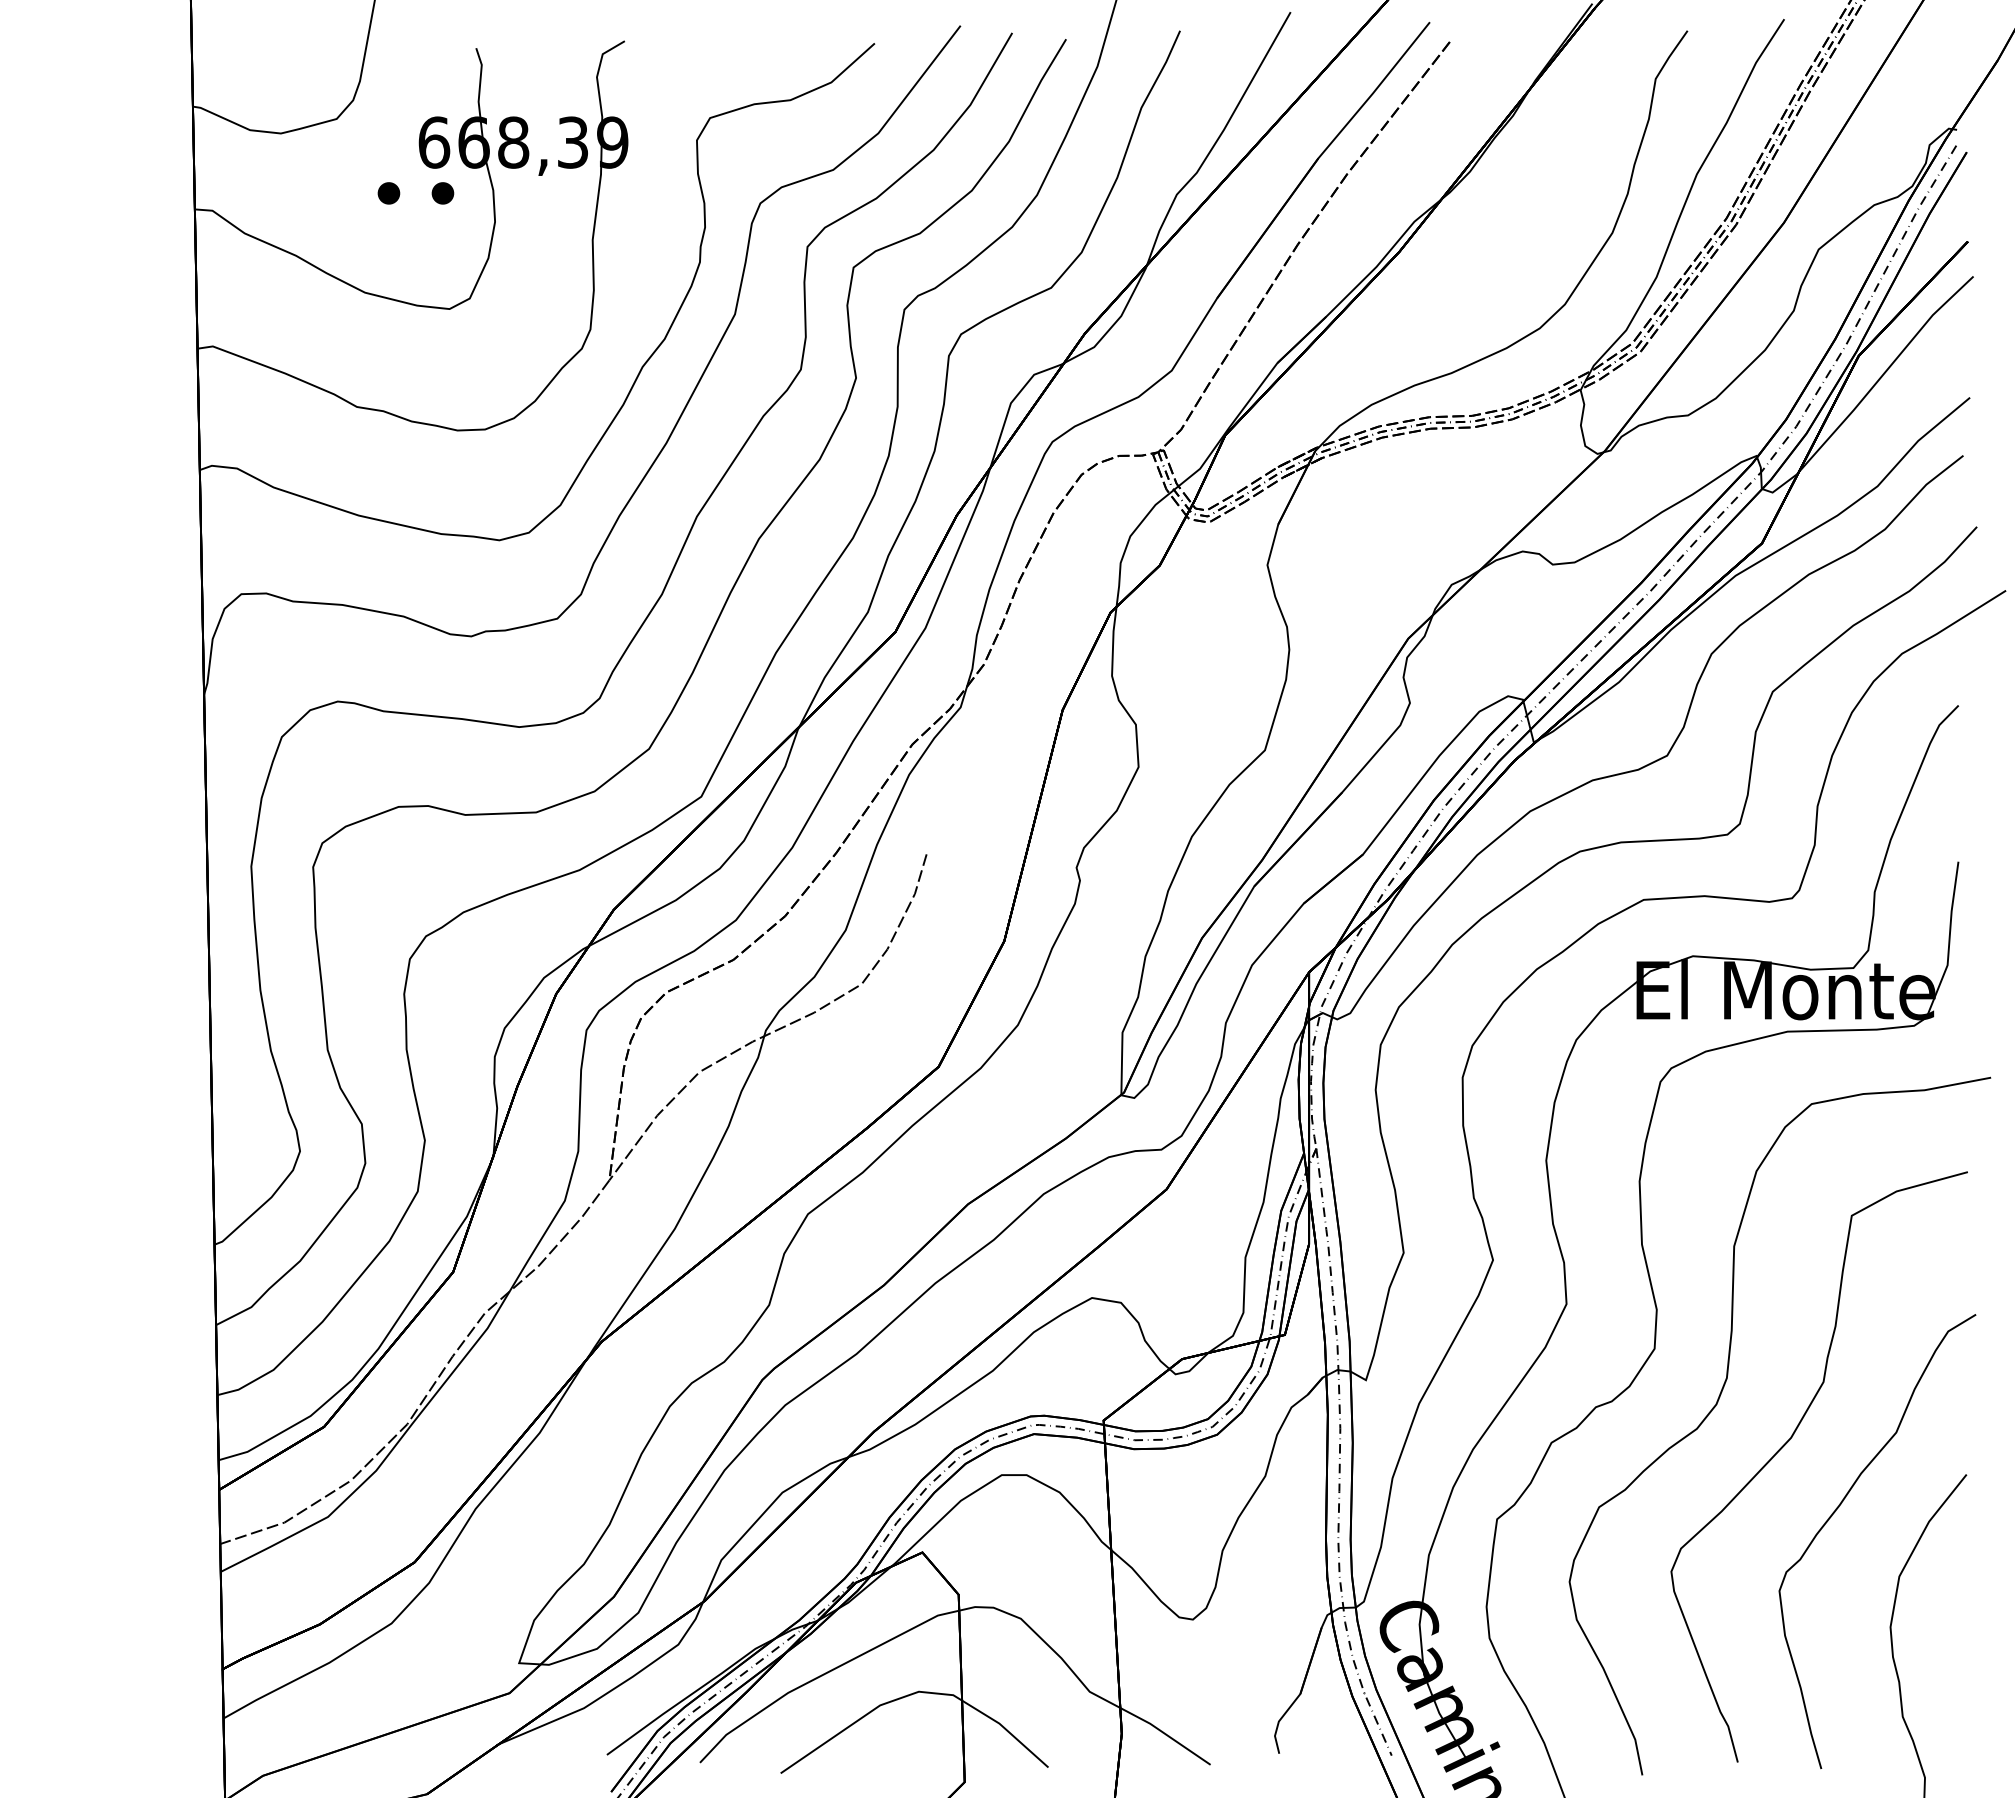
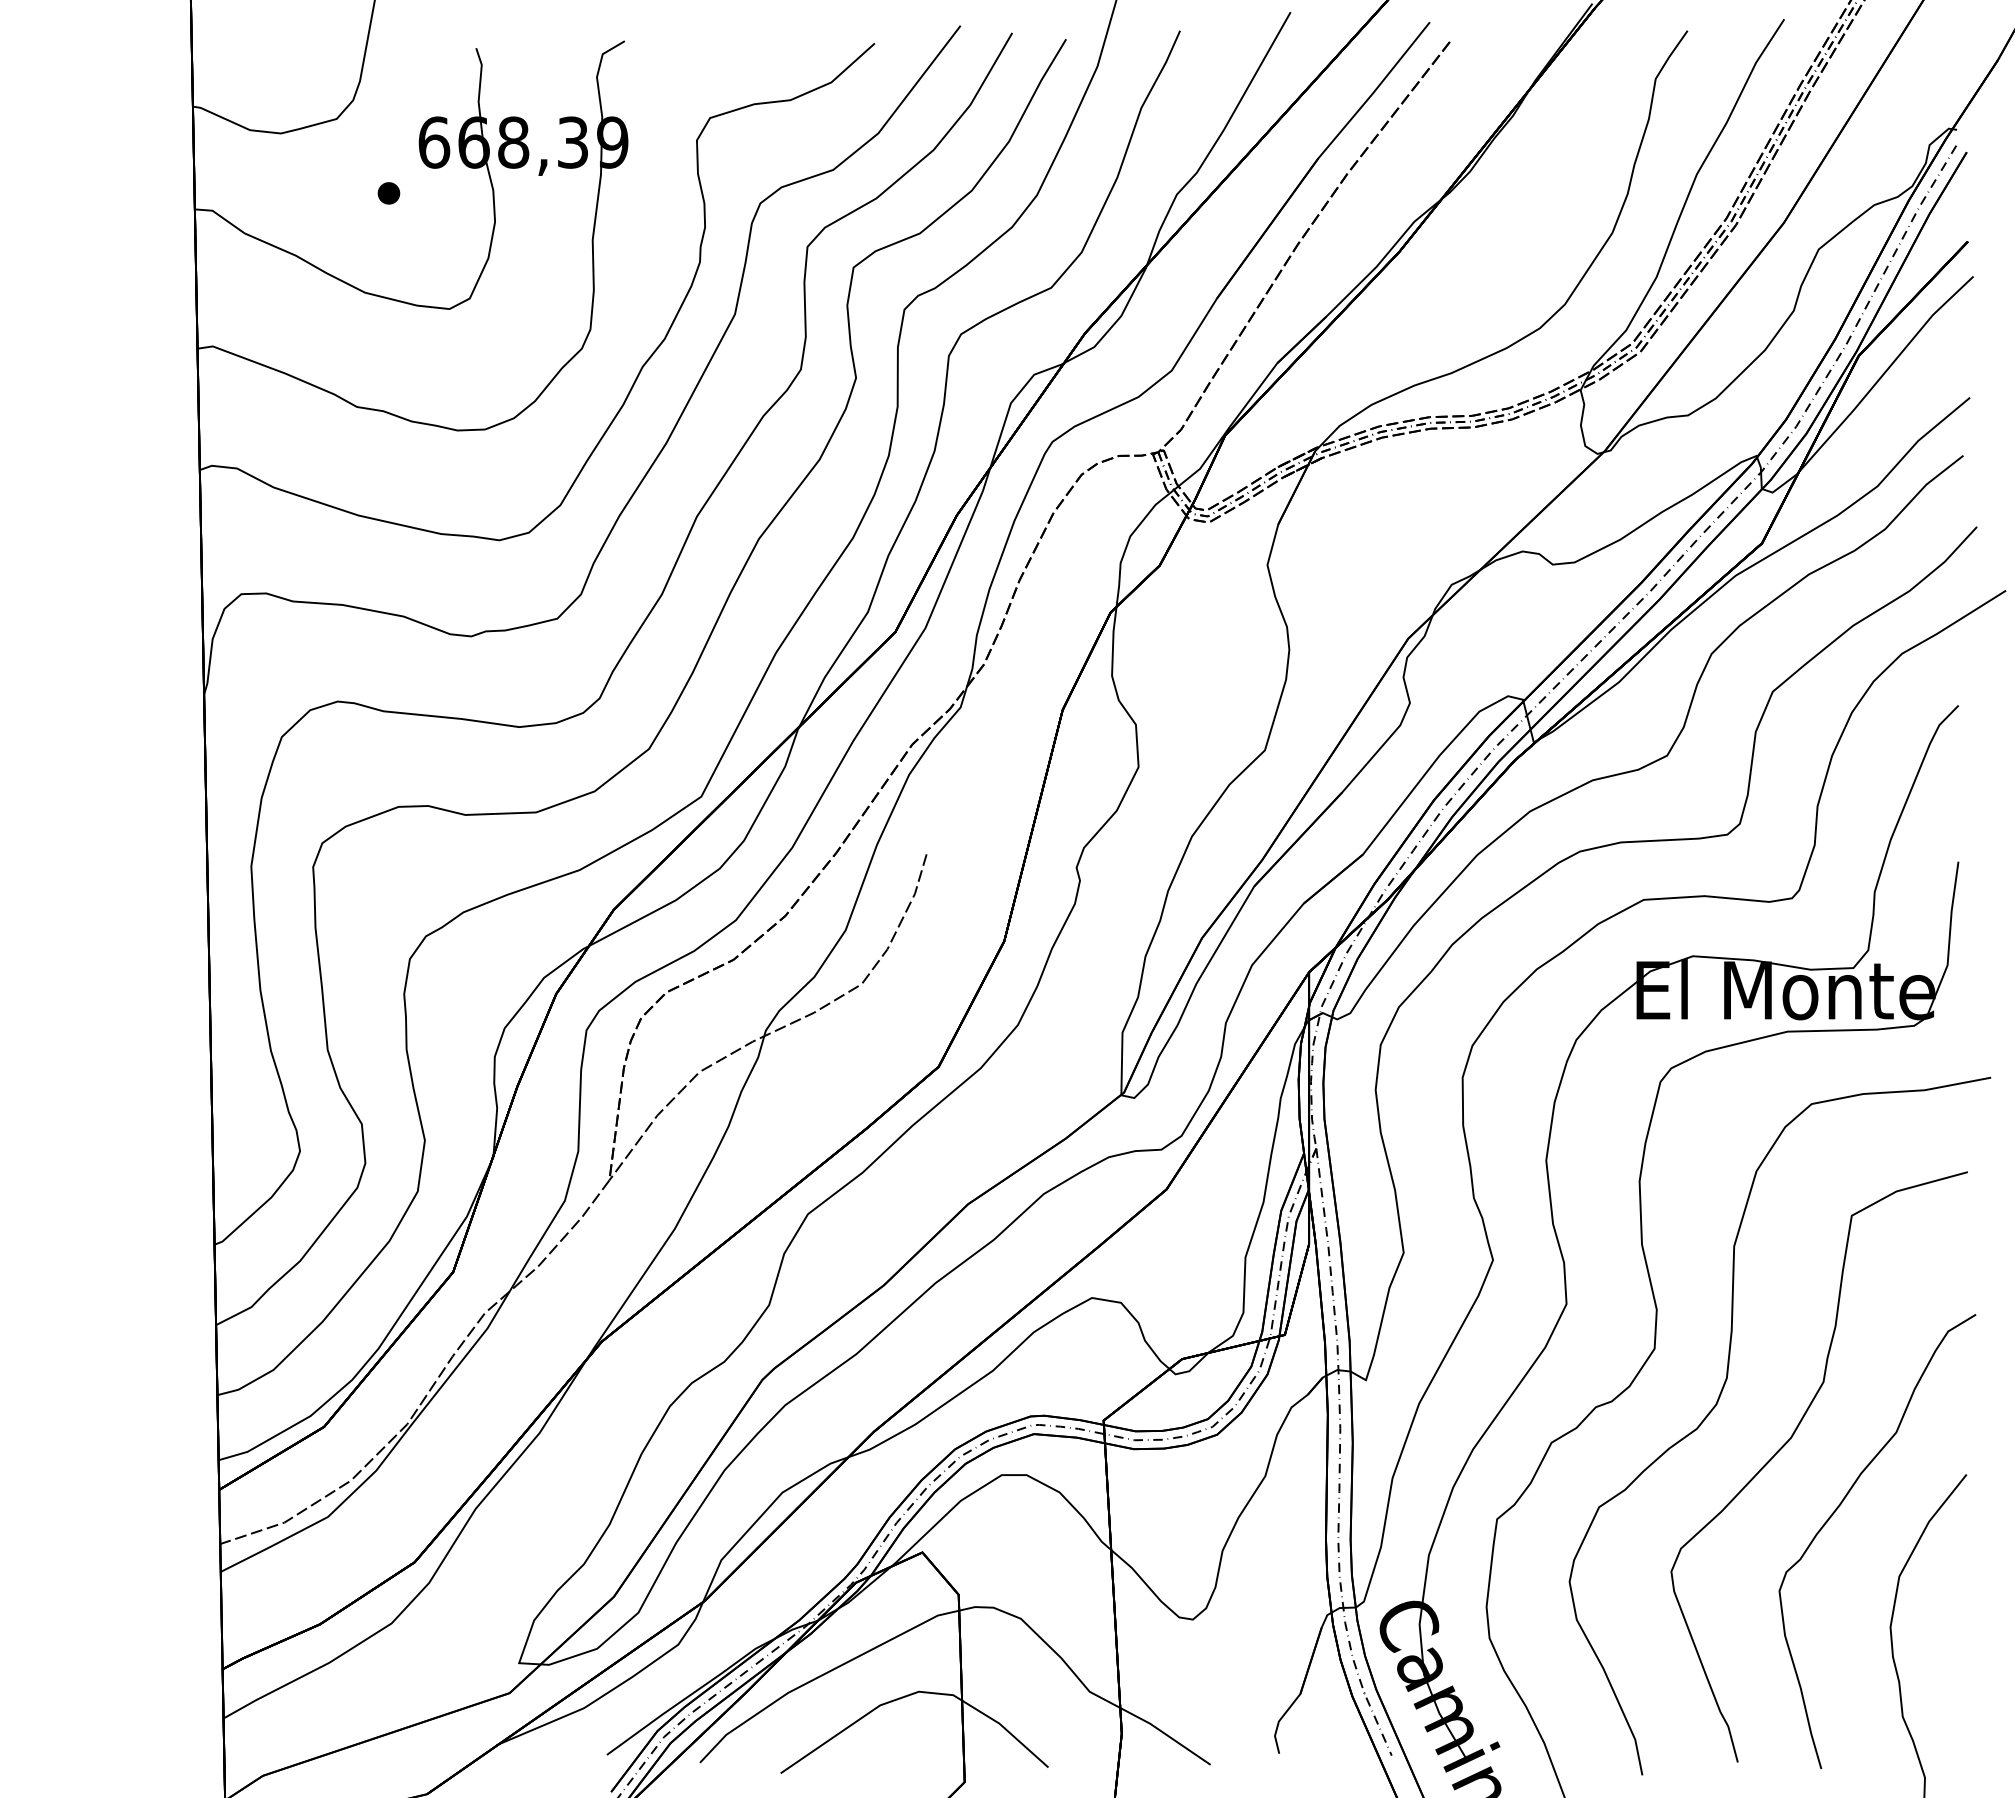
part at (442, 193): present -> none
